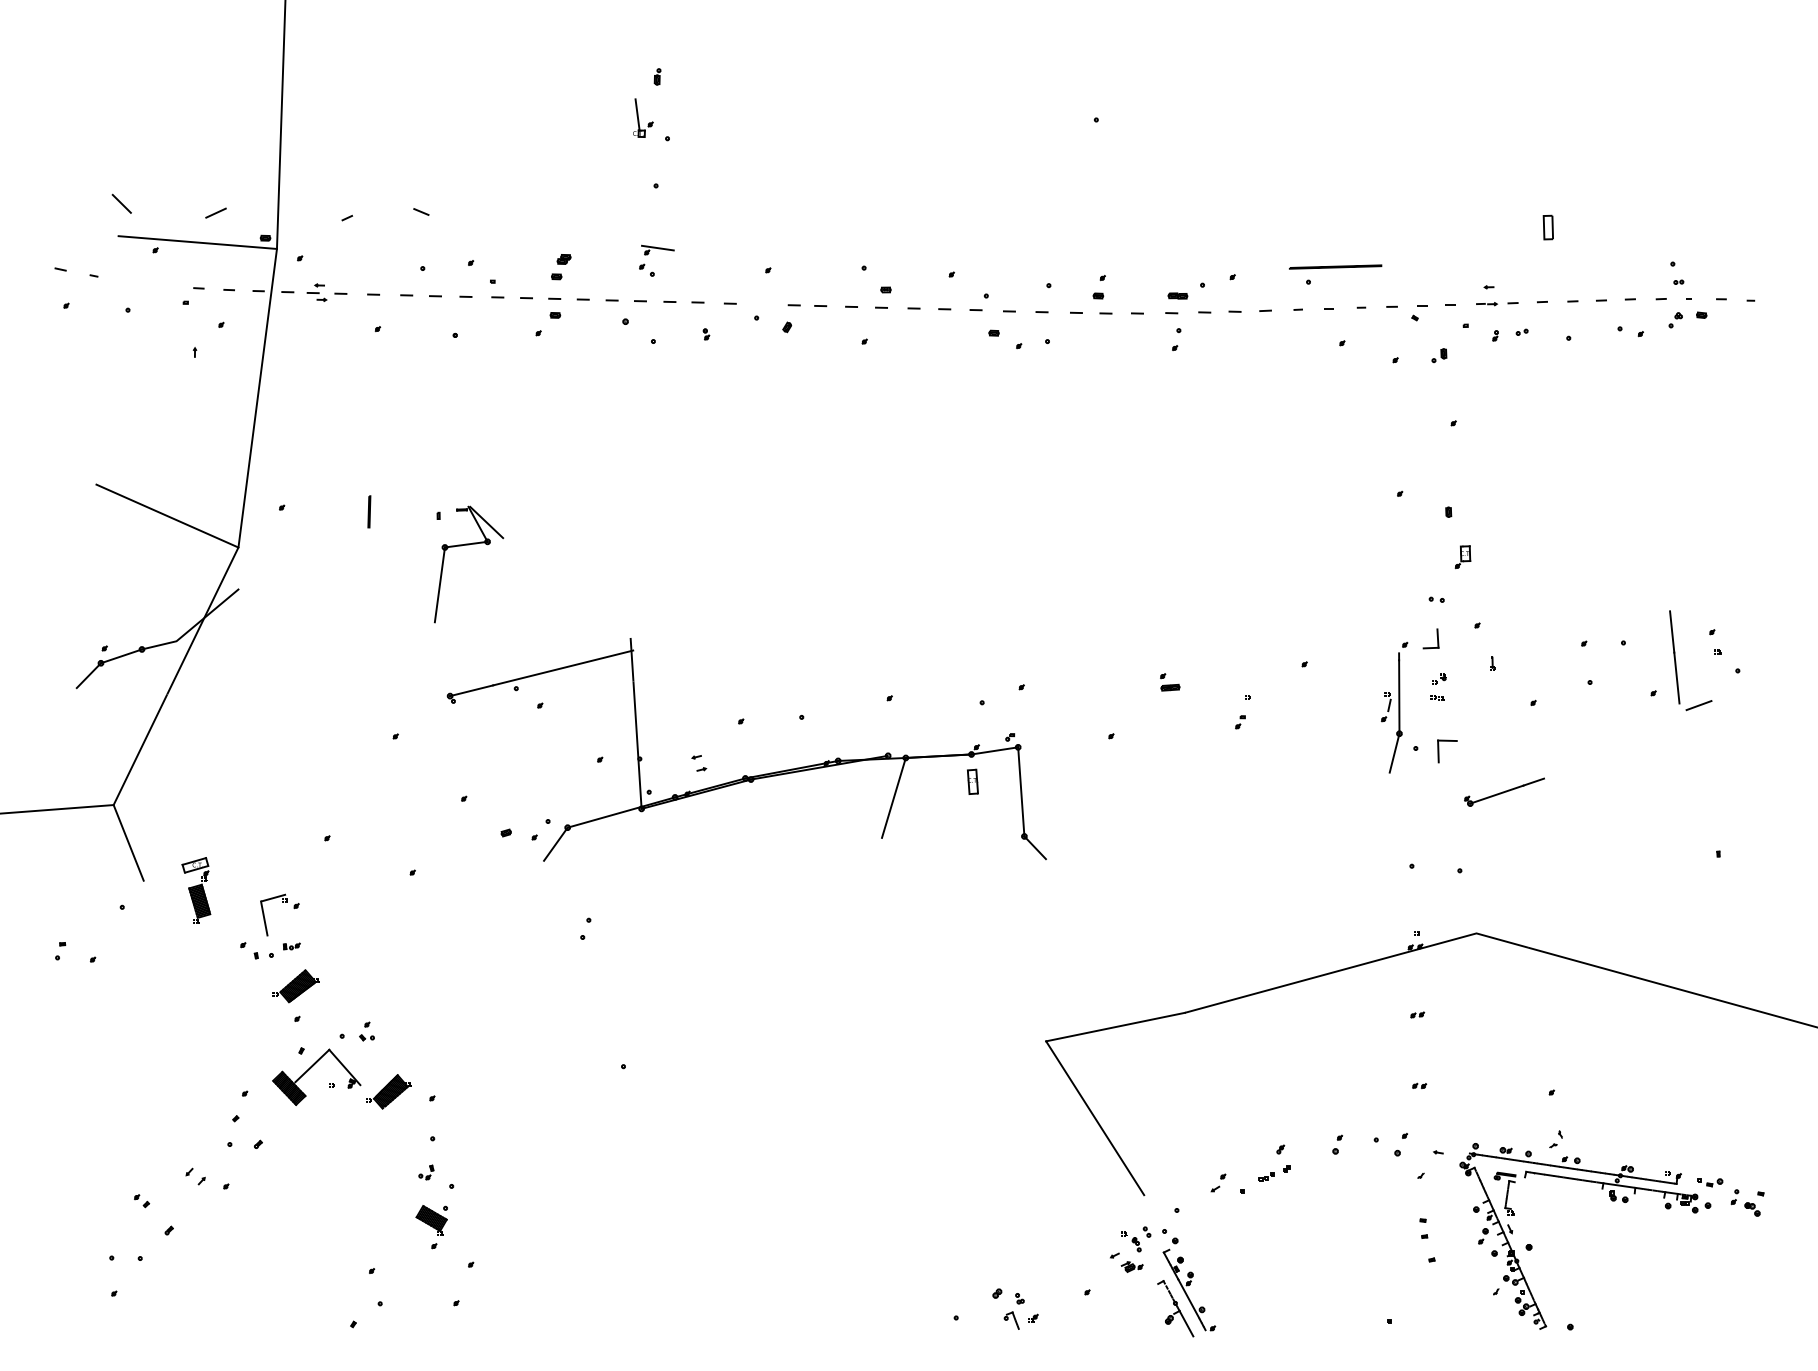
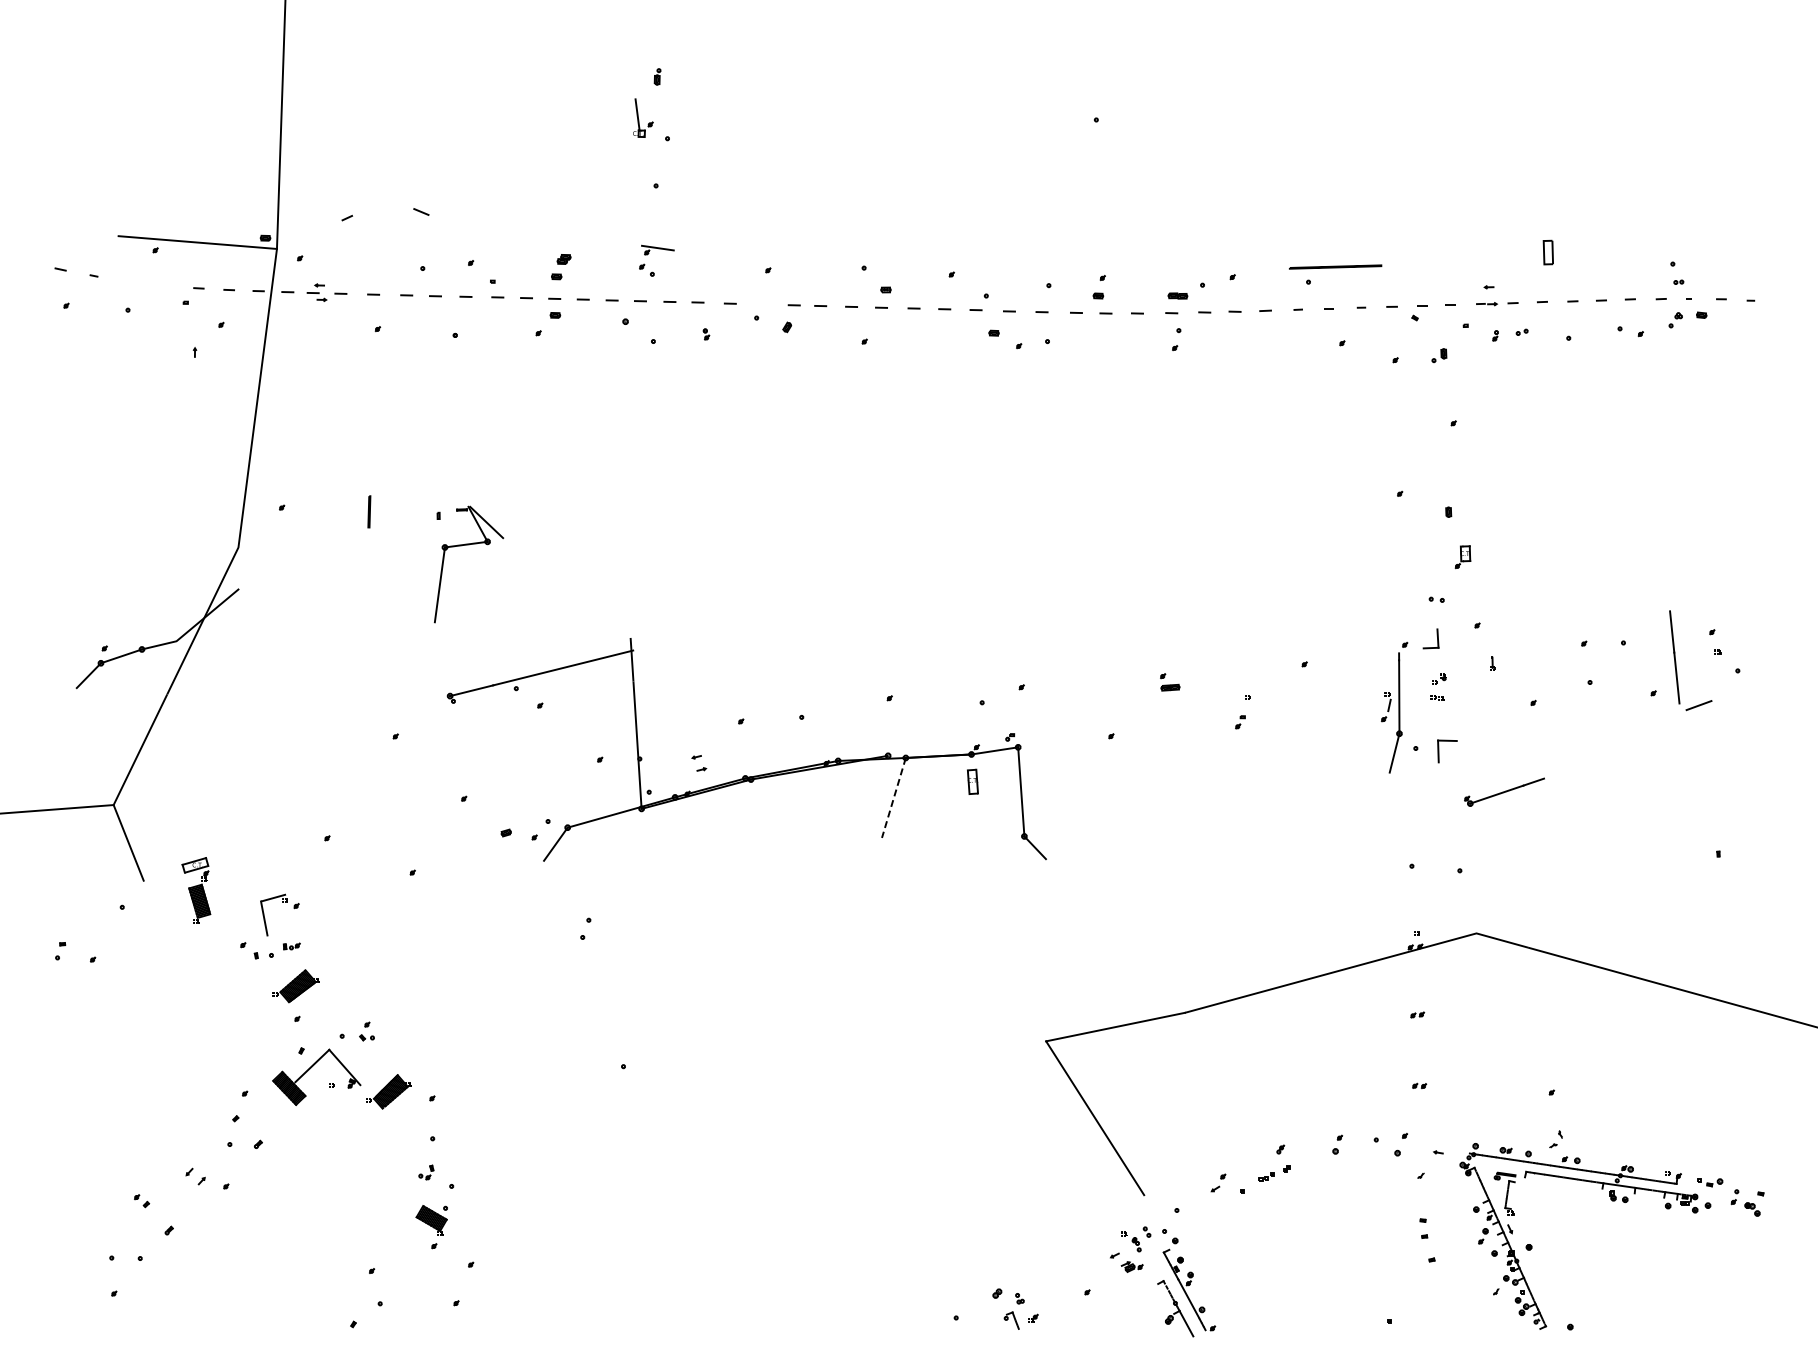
line at (121, 203): present -> none
line at (215, 212): present -> none
part at (1547, 227) position: (1547, 227) -> (1547, 252)
line at (167, 515): present -> none
line at (893, 797): solid -> dashed
